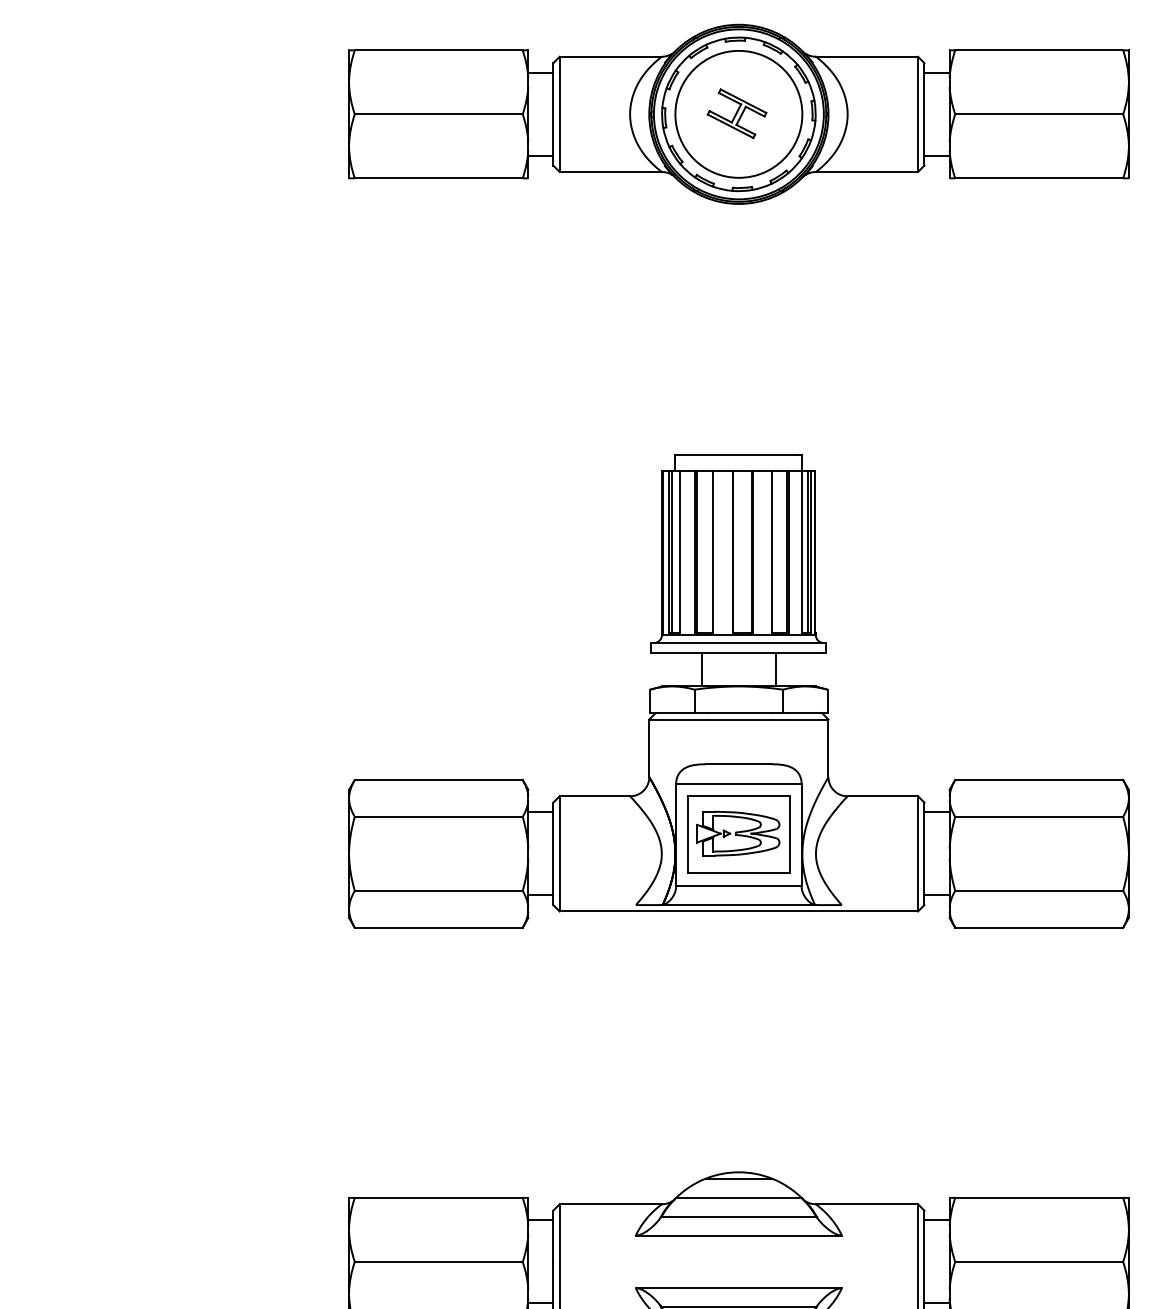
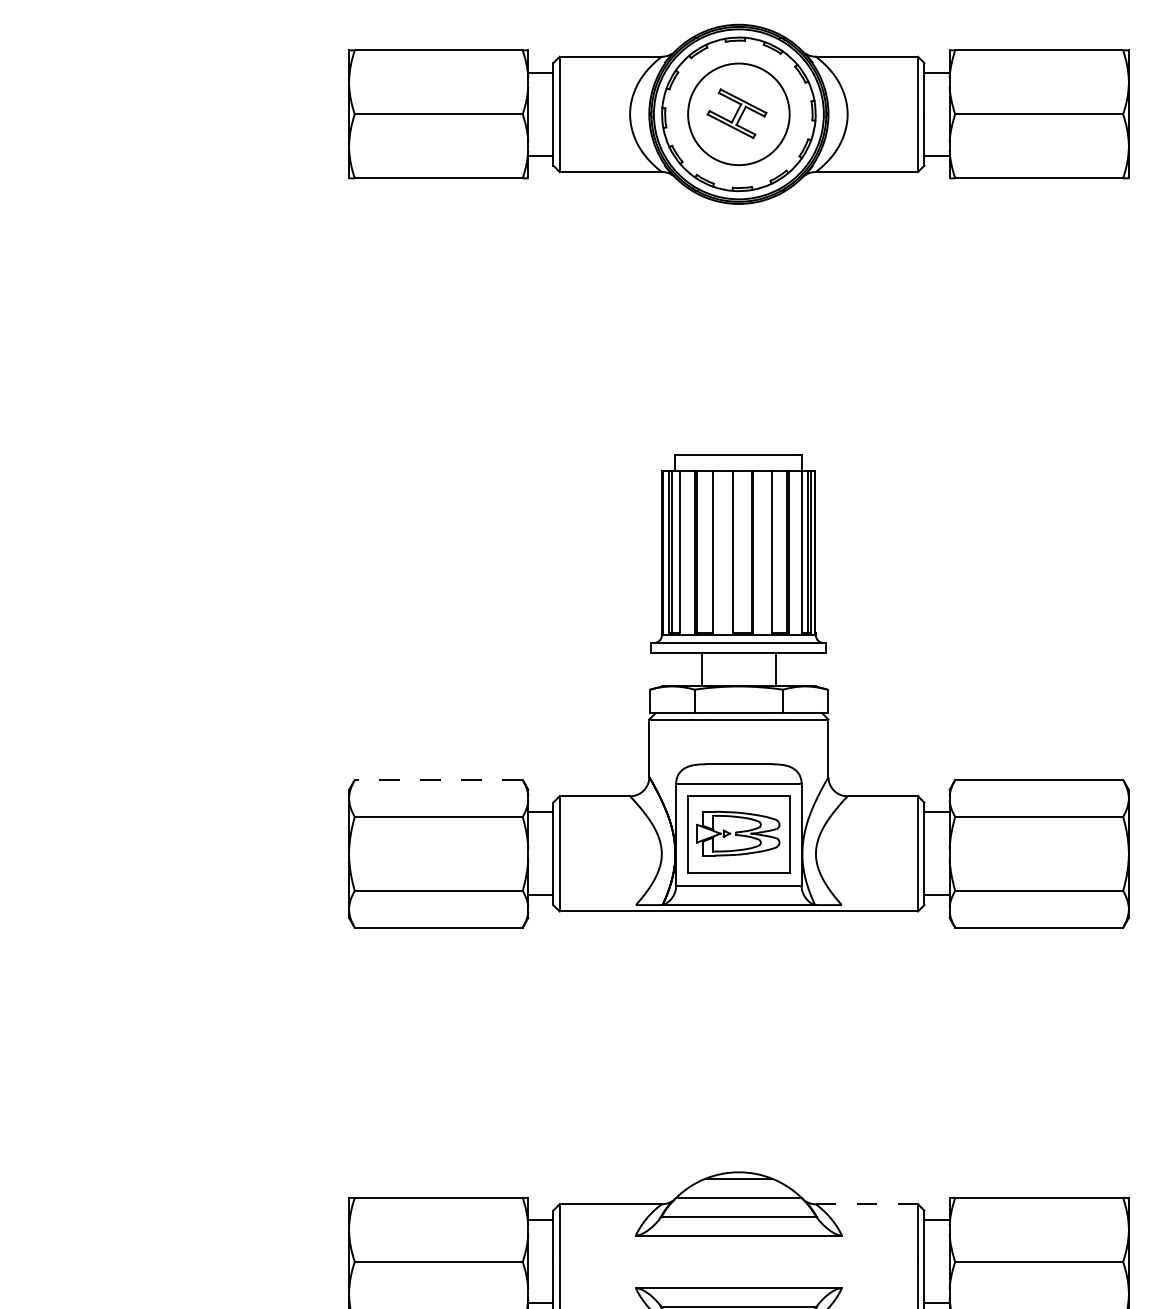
circle at (738, 113) diameter: 127 px -> 102 px
line at (438, 780): solid -> dashed
line at (866, 1204): solid -> dashed
